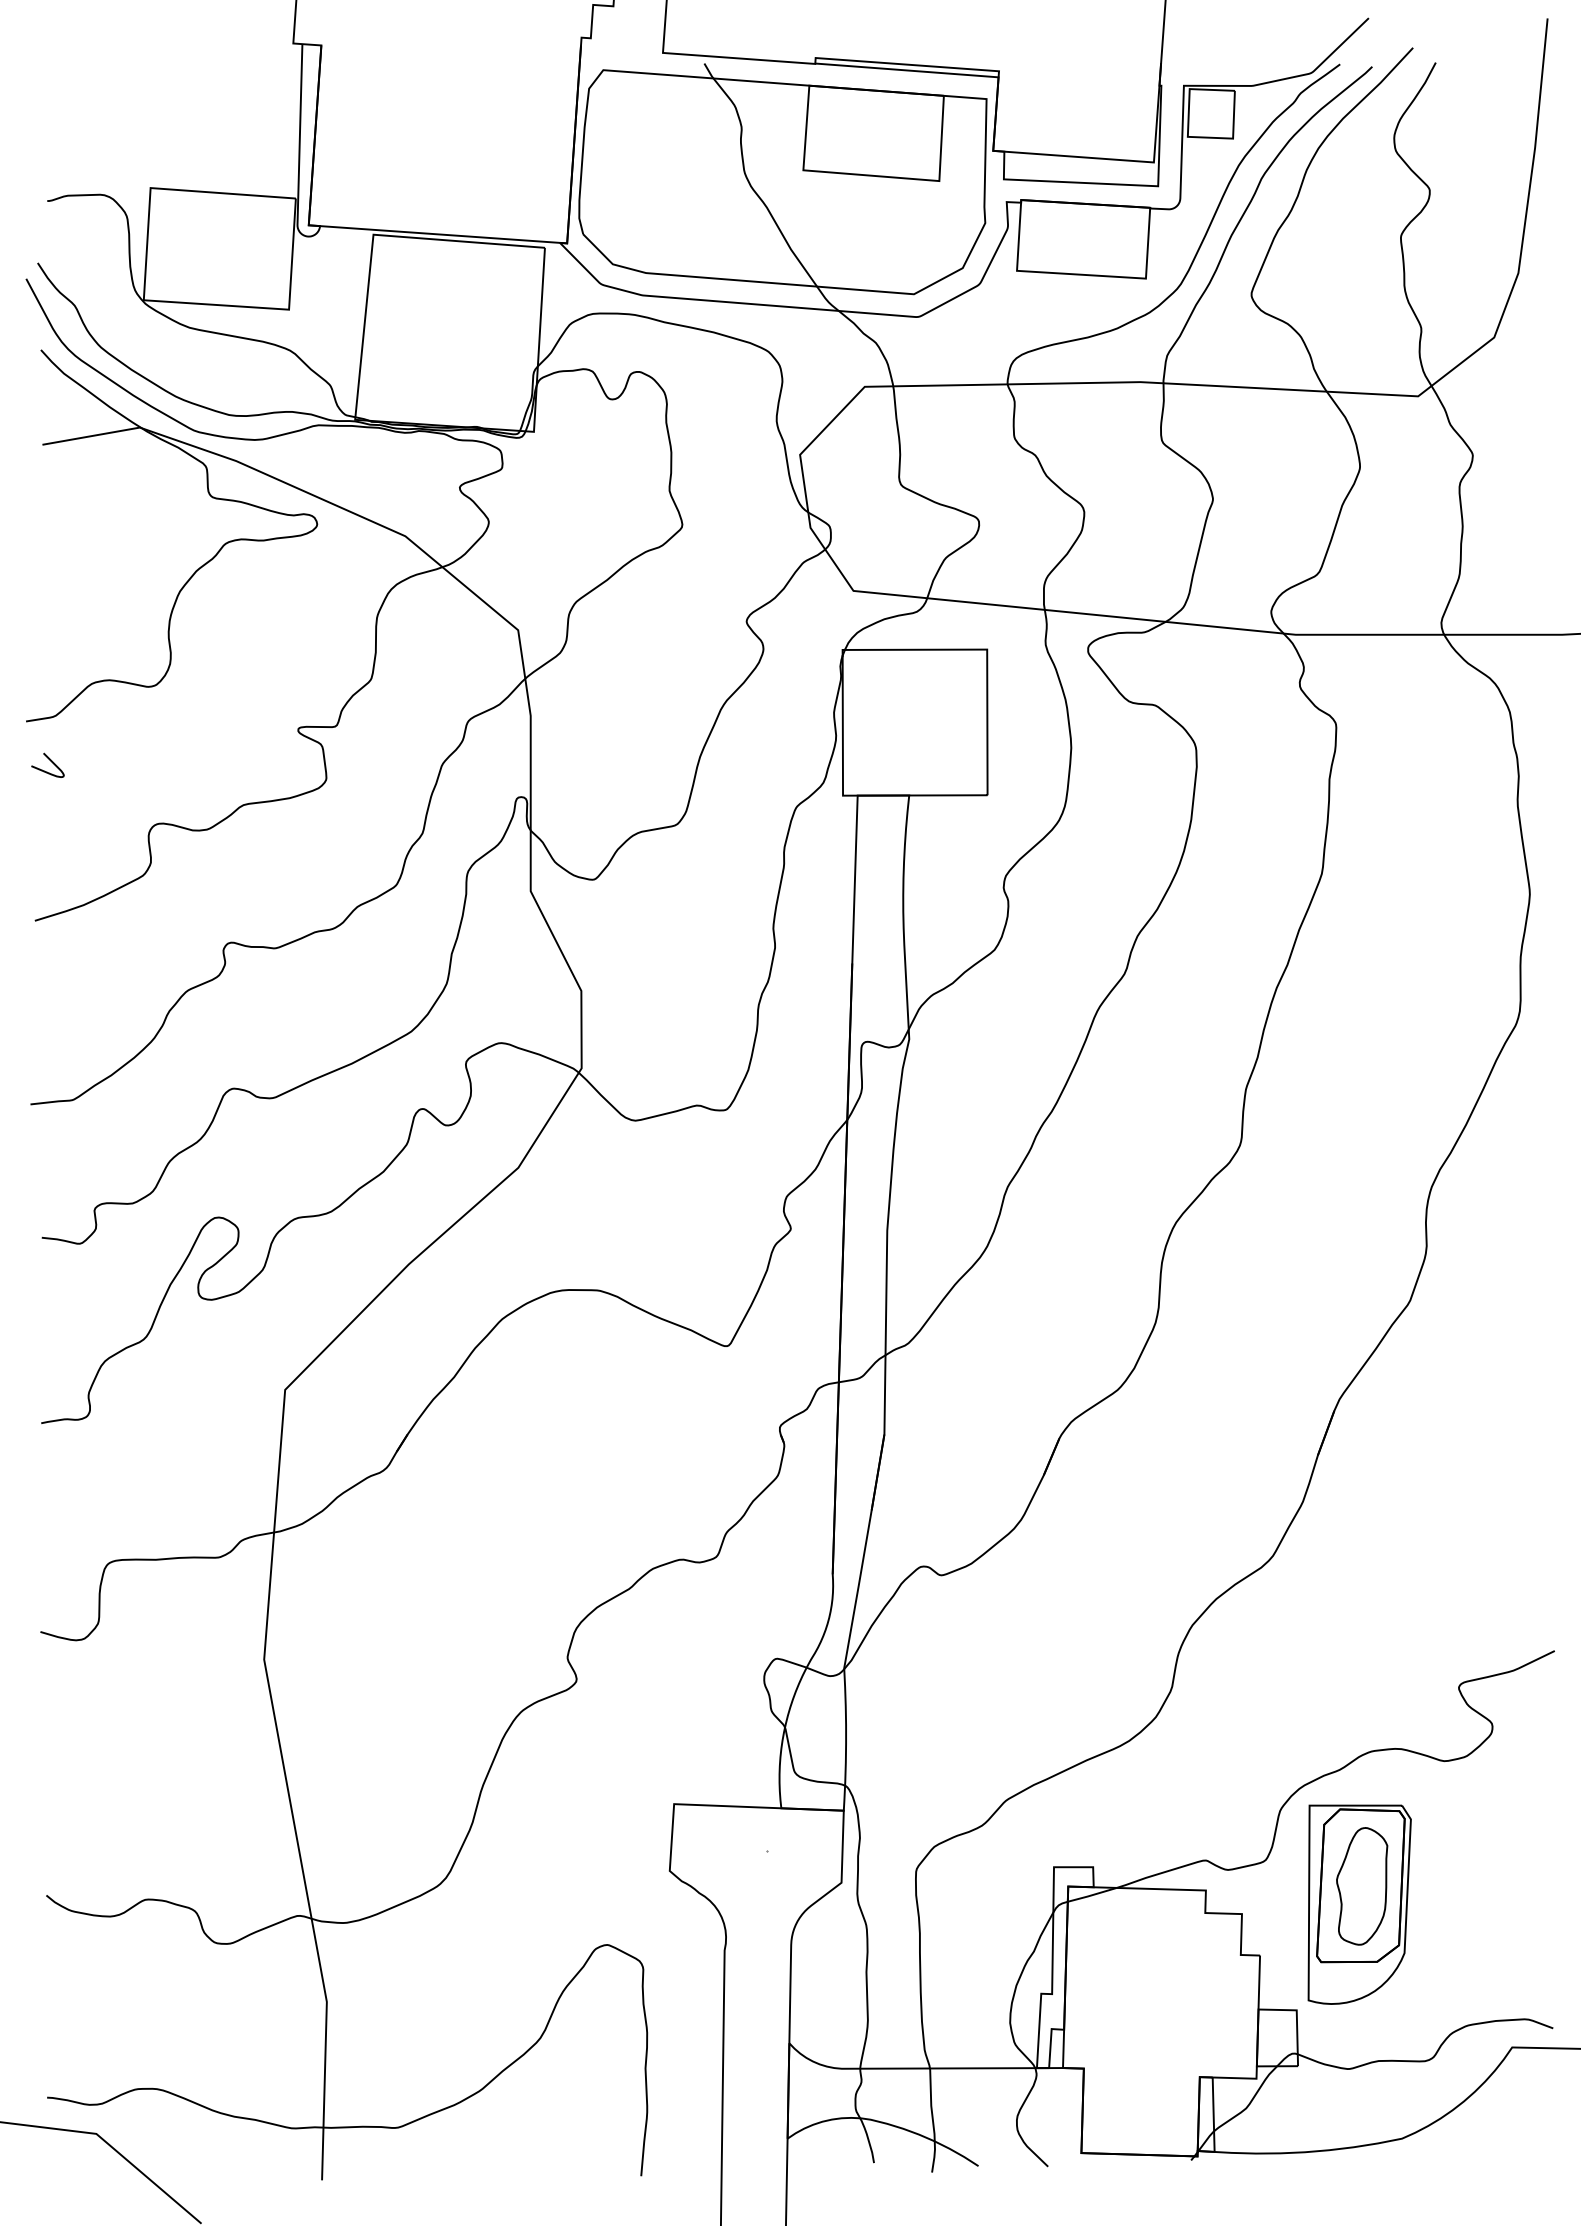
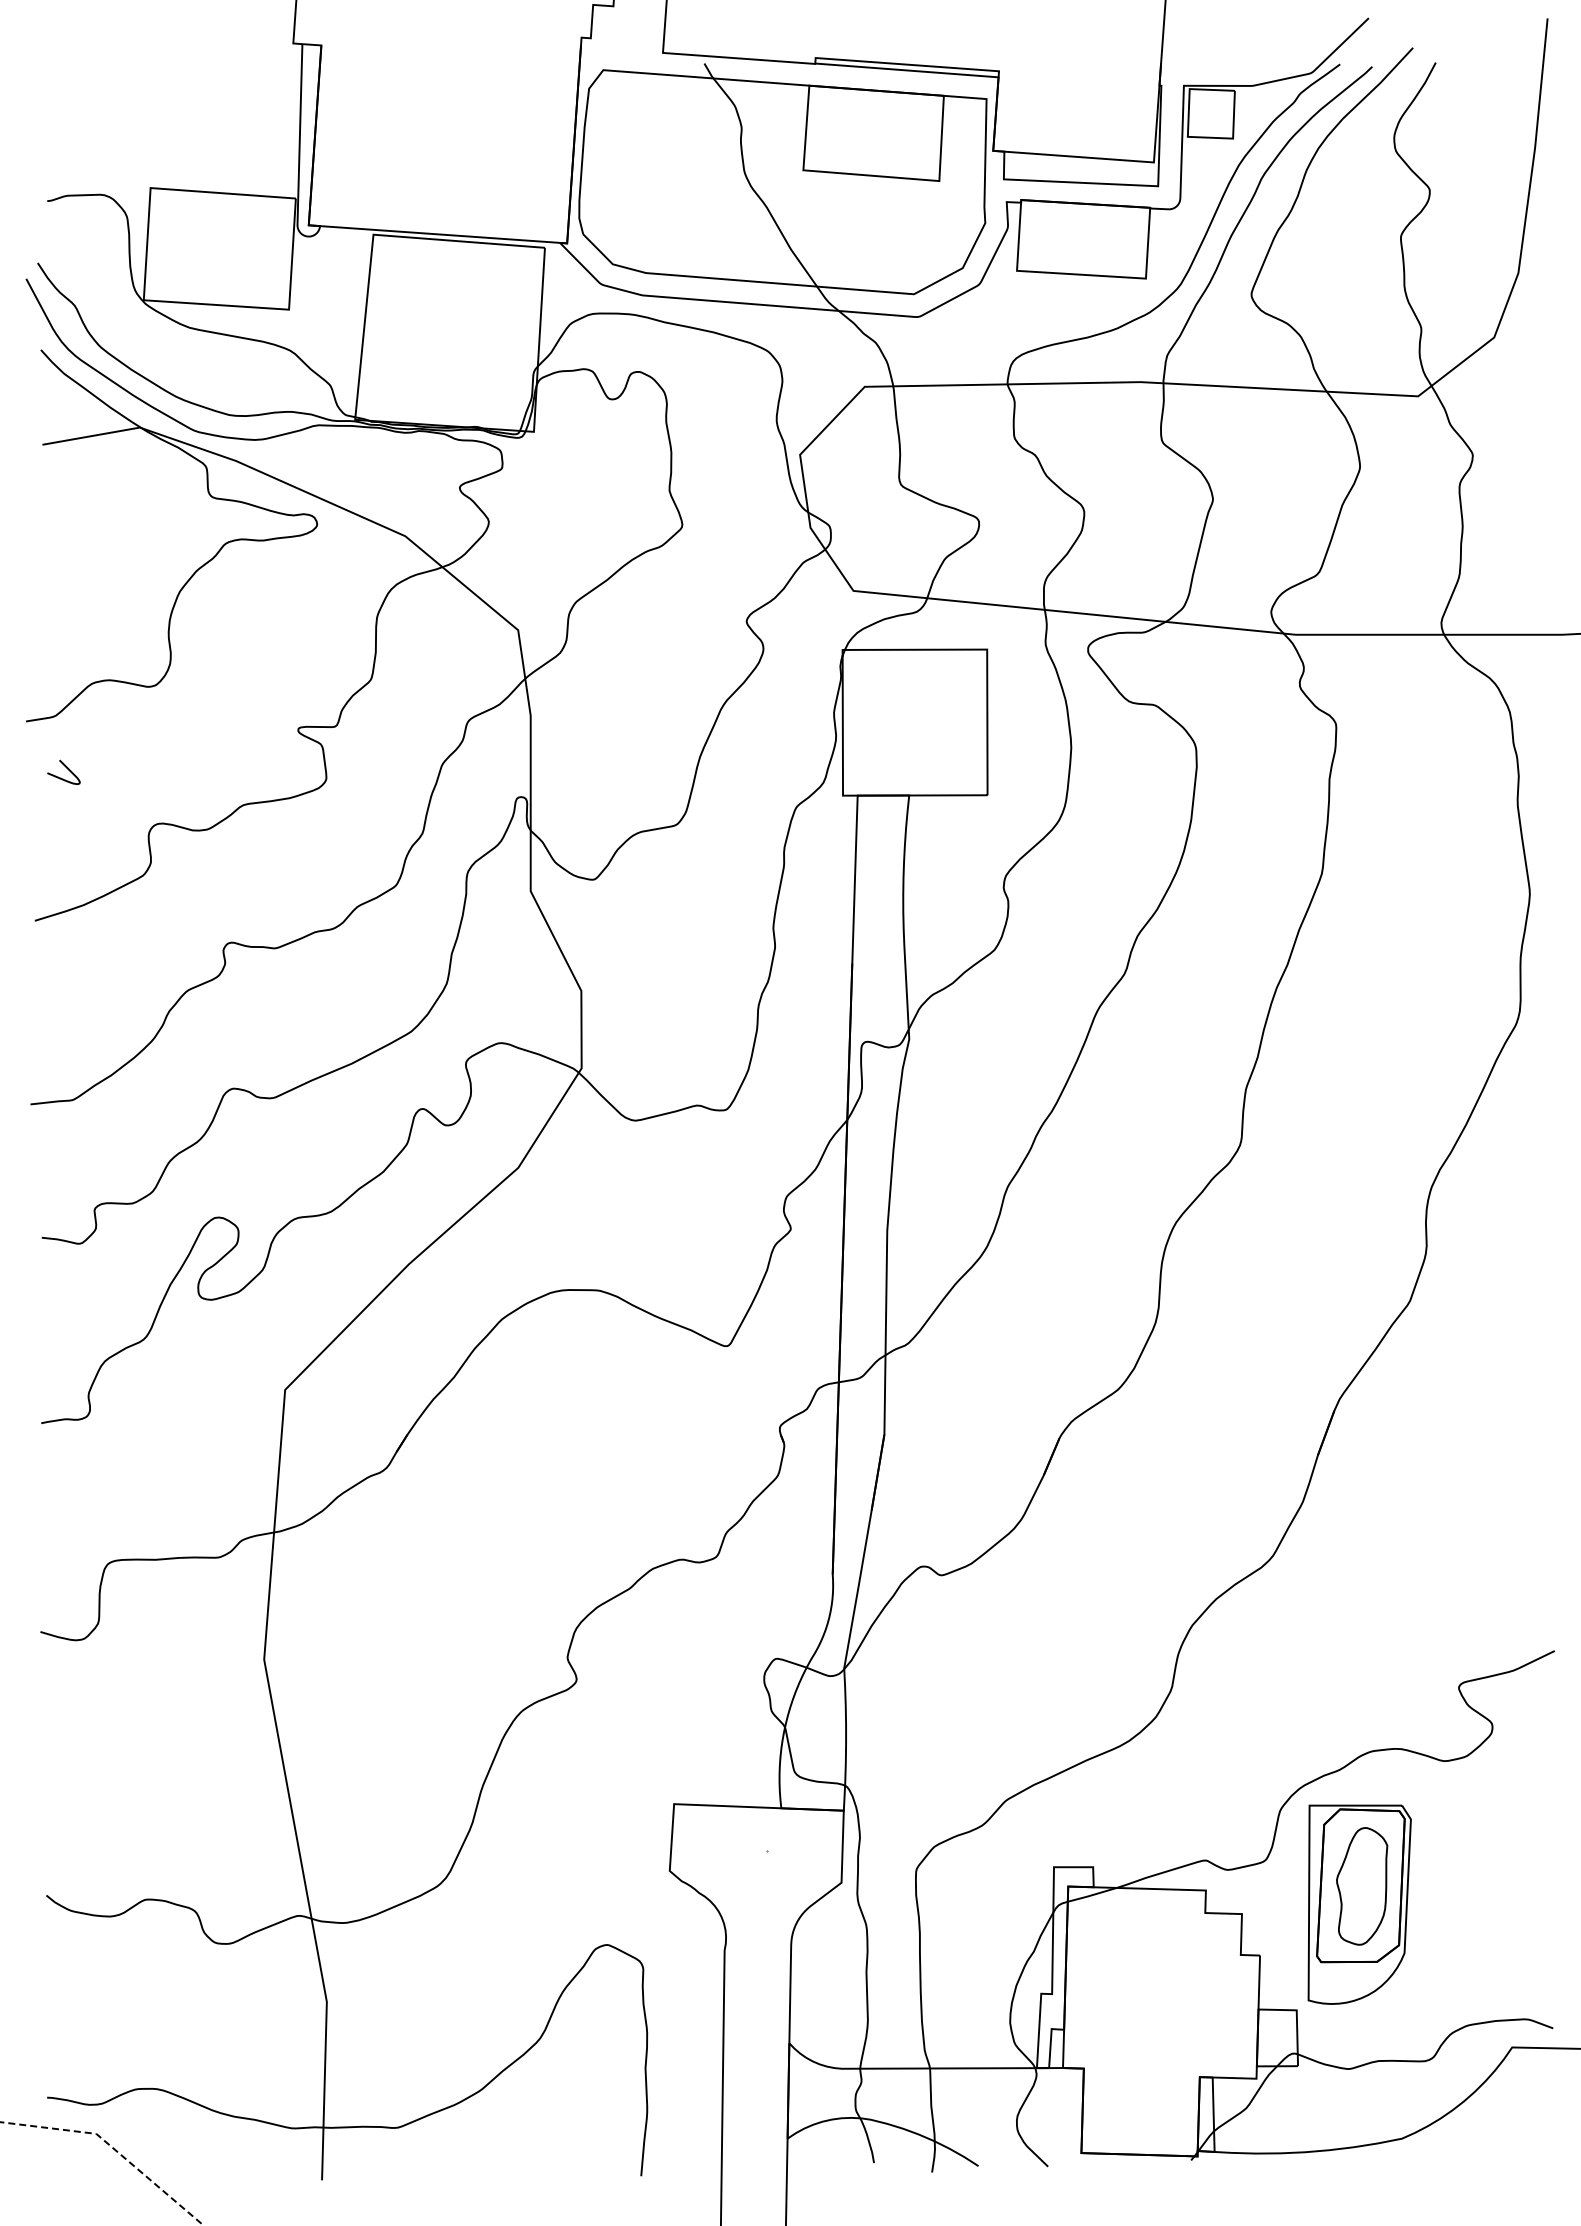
curve at (50, 761) position: (50, 761) -> (66, 768)
line at (111, 2146): solid -> dashed
